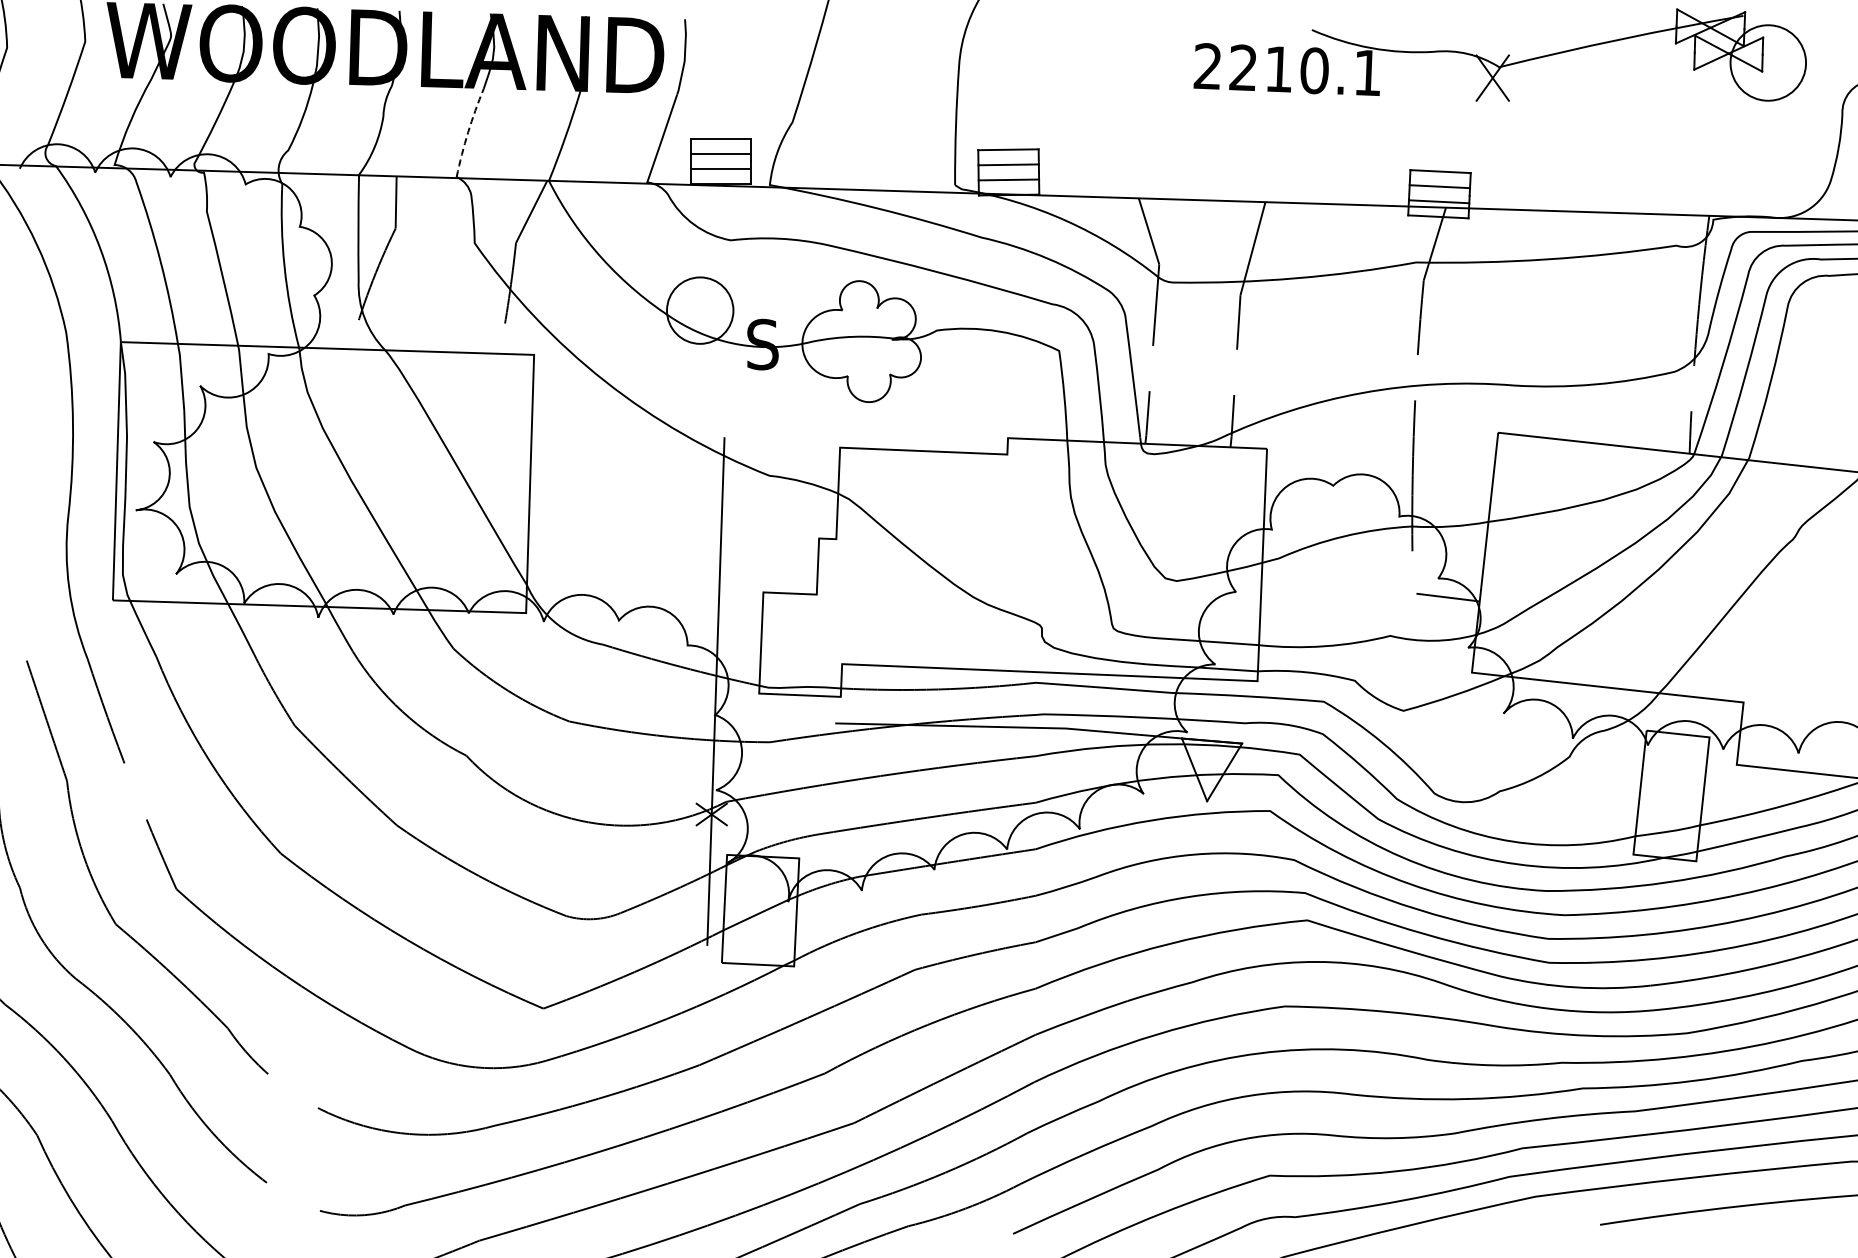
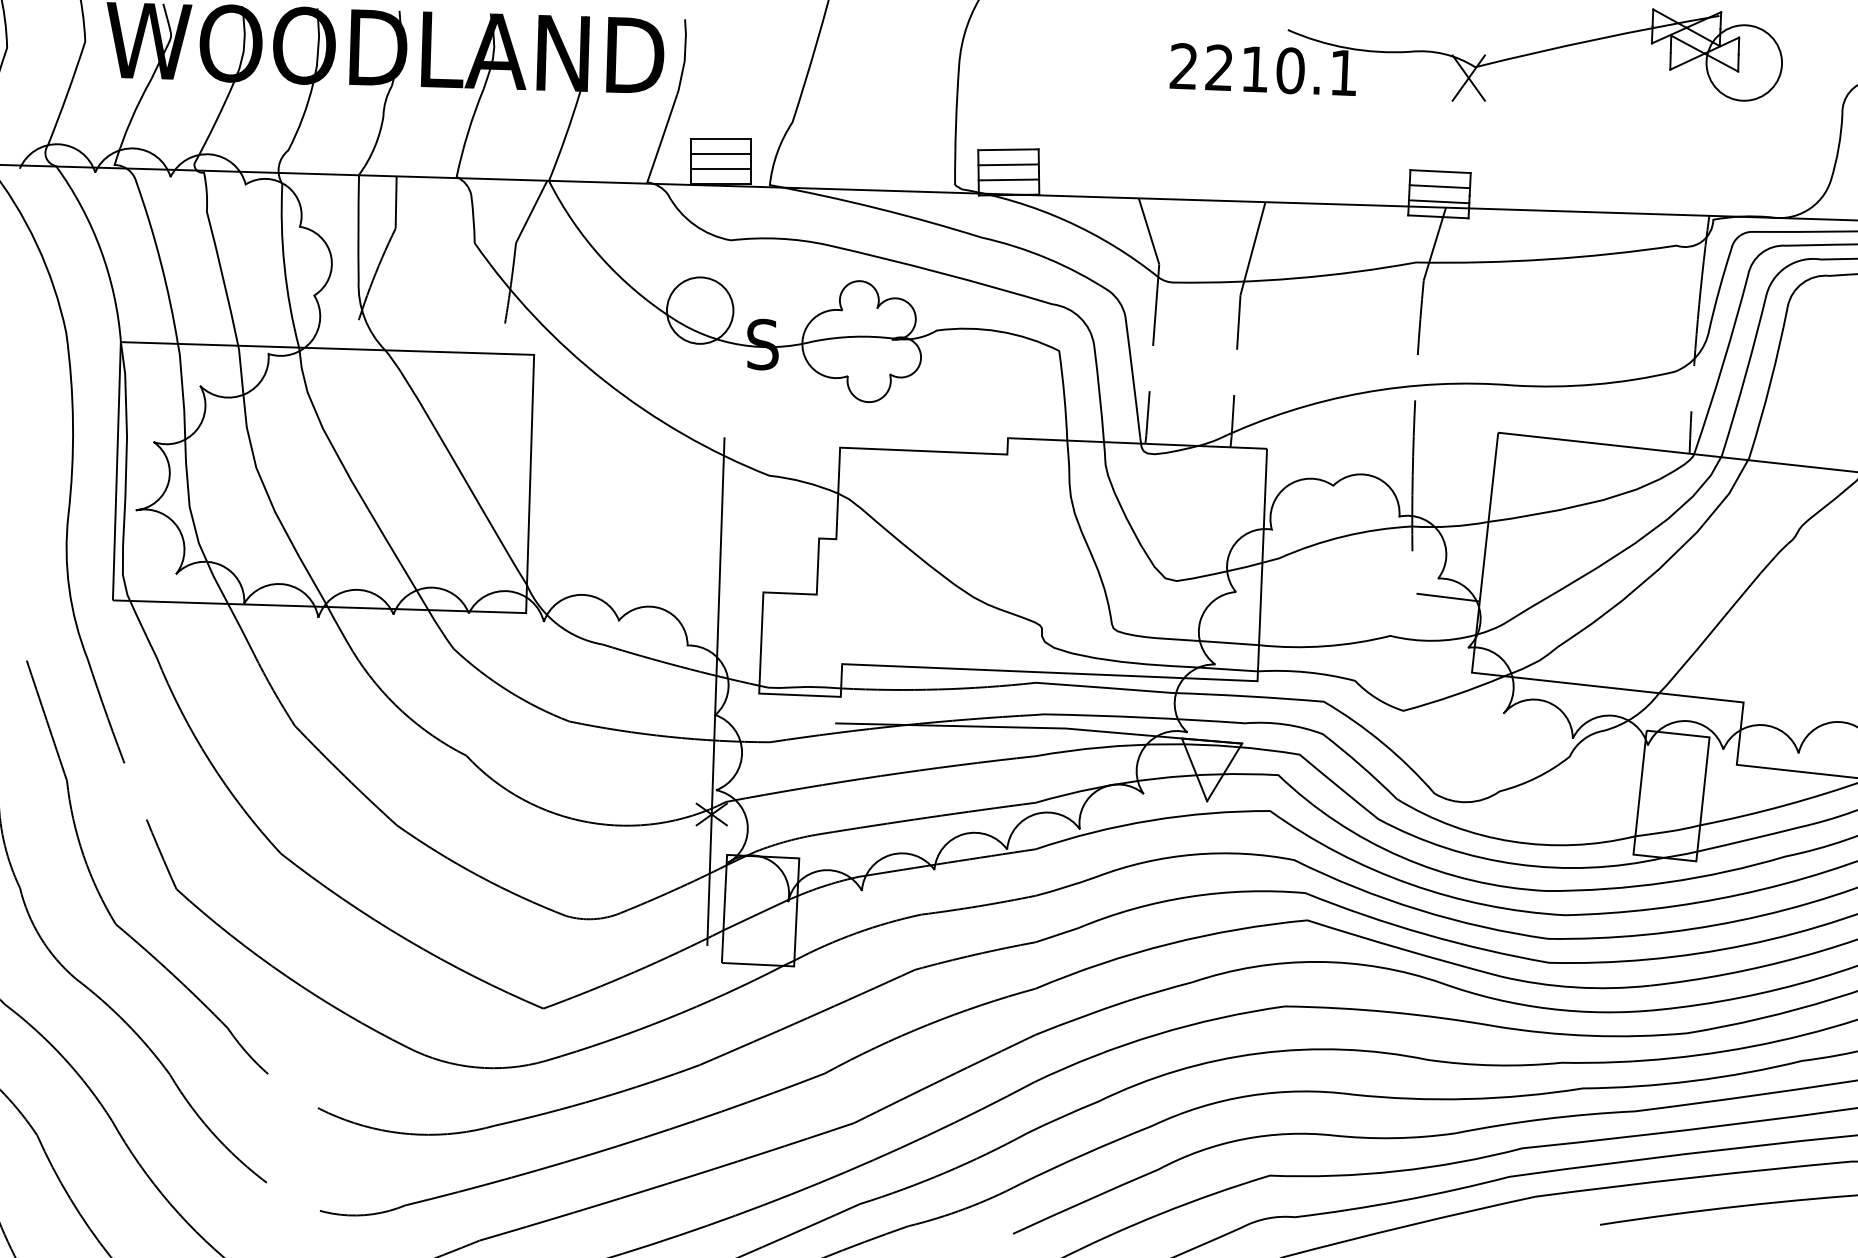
part at (1504, 59) position: (1504, 59) -> (1480, 59)
line at (468, 132): dashed -> solid
